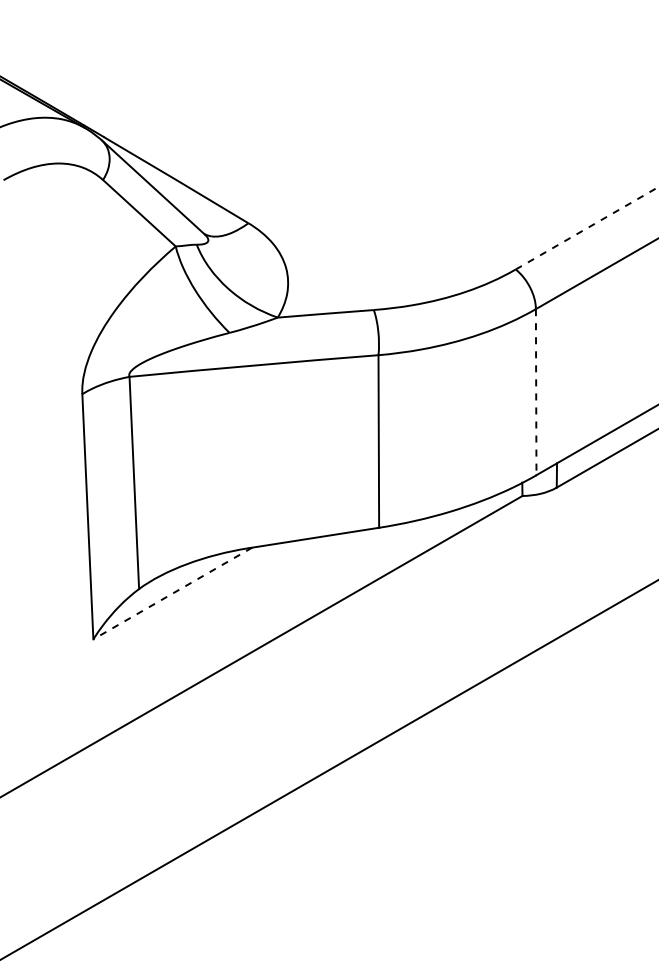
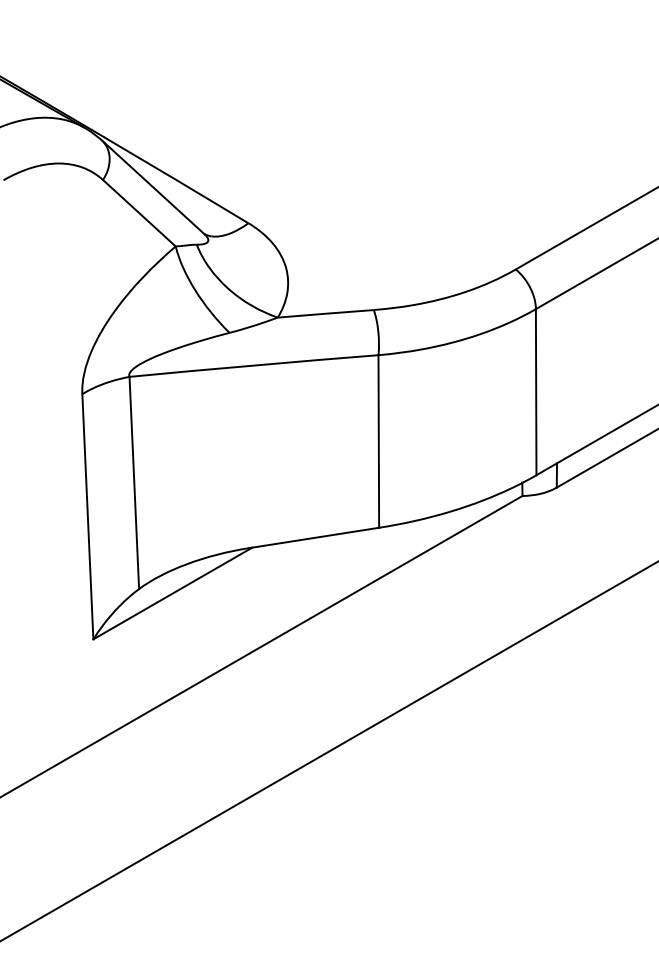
line at (587, 228): dashed -> solid
line at (536, 392): dashed -> solid
line at (172, 593): dashed -> solid
line at (328, 769) position: (328, 769) -> (328, 751)
